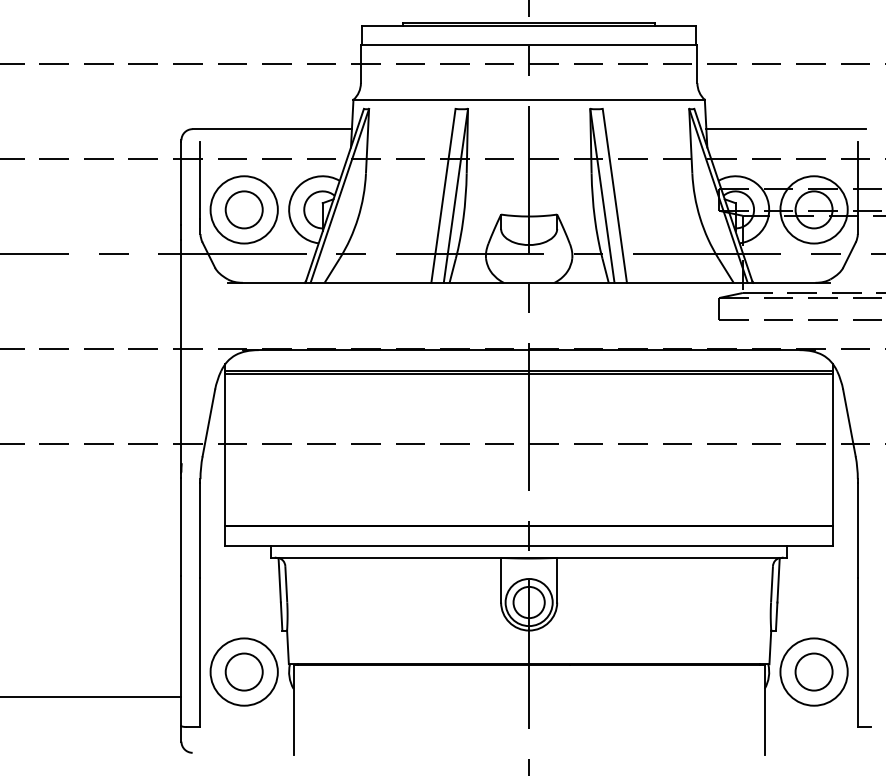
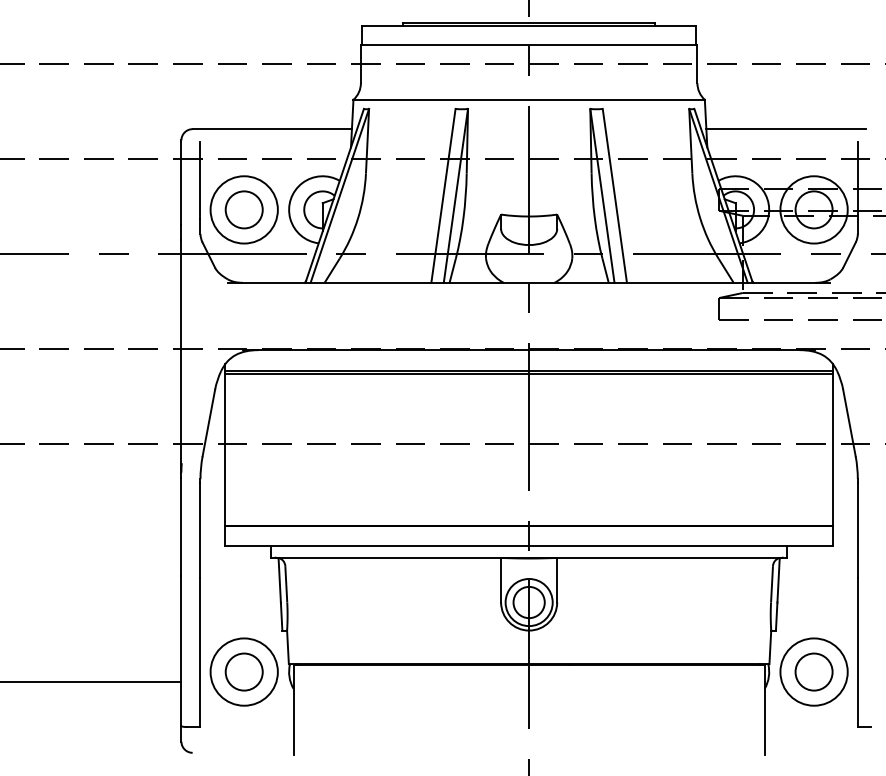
line at (91, 696) position: (91, 696) -> (91, 681)
